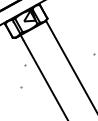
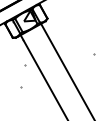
line at (70, 64) position: (70, 64) -> (67, 70)
